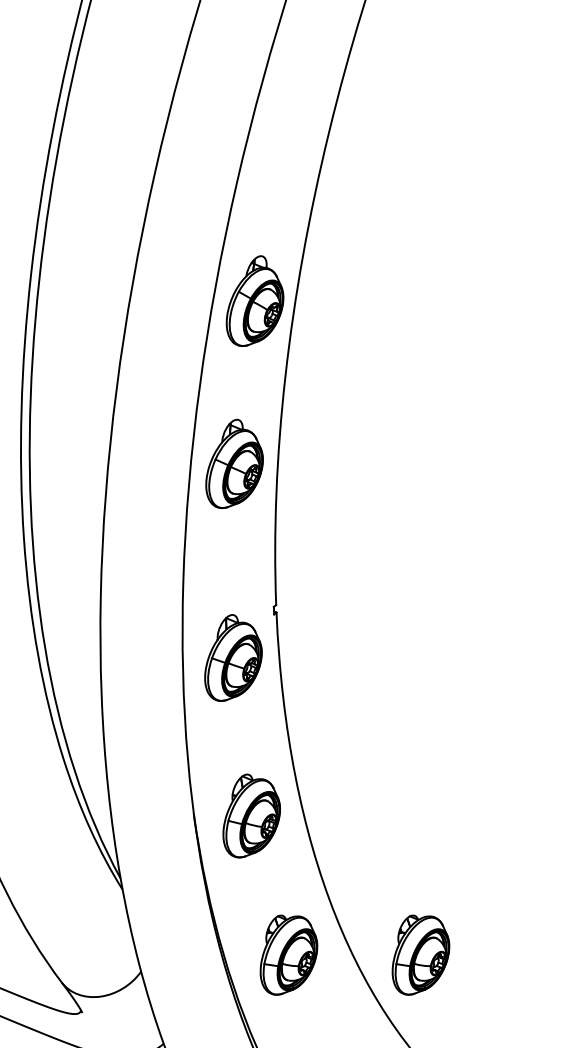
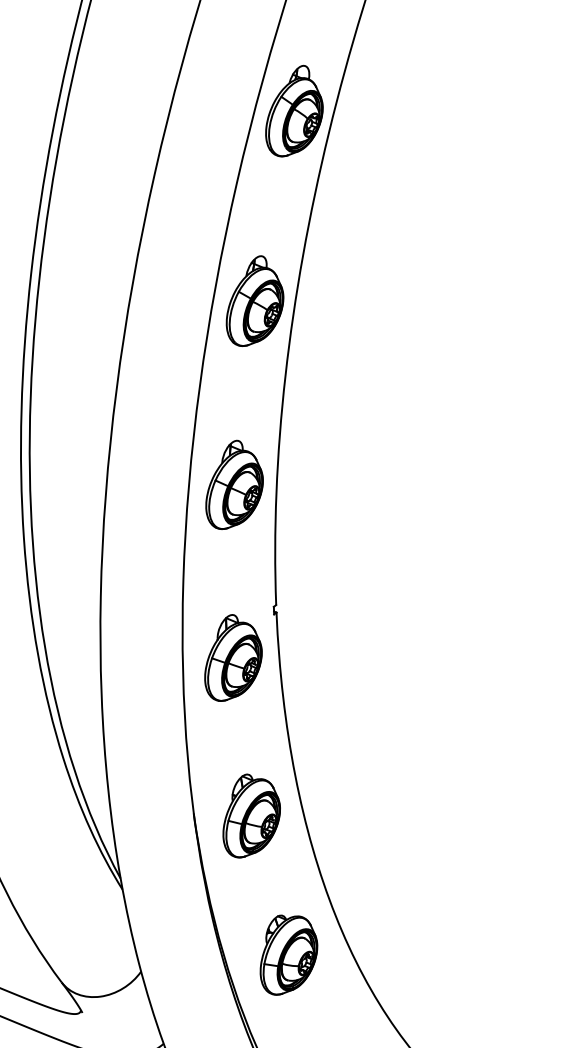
part at (294, 110): none -> present
part at (234, 463) position: (234, 463) -> (234, 484)
part at (420, 954): present -> none
